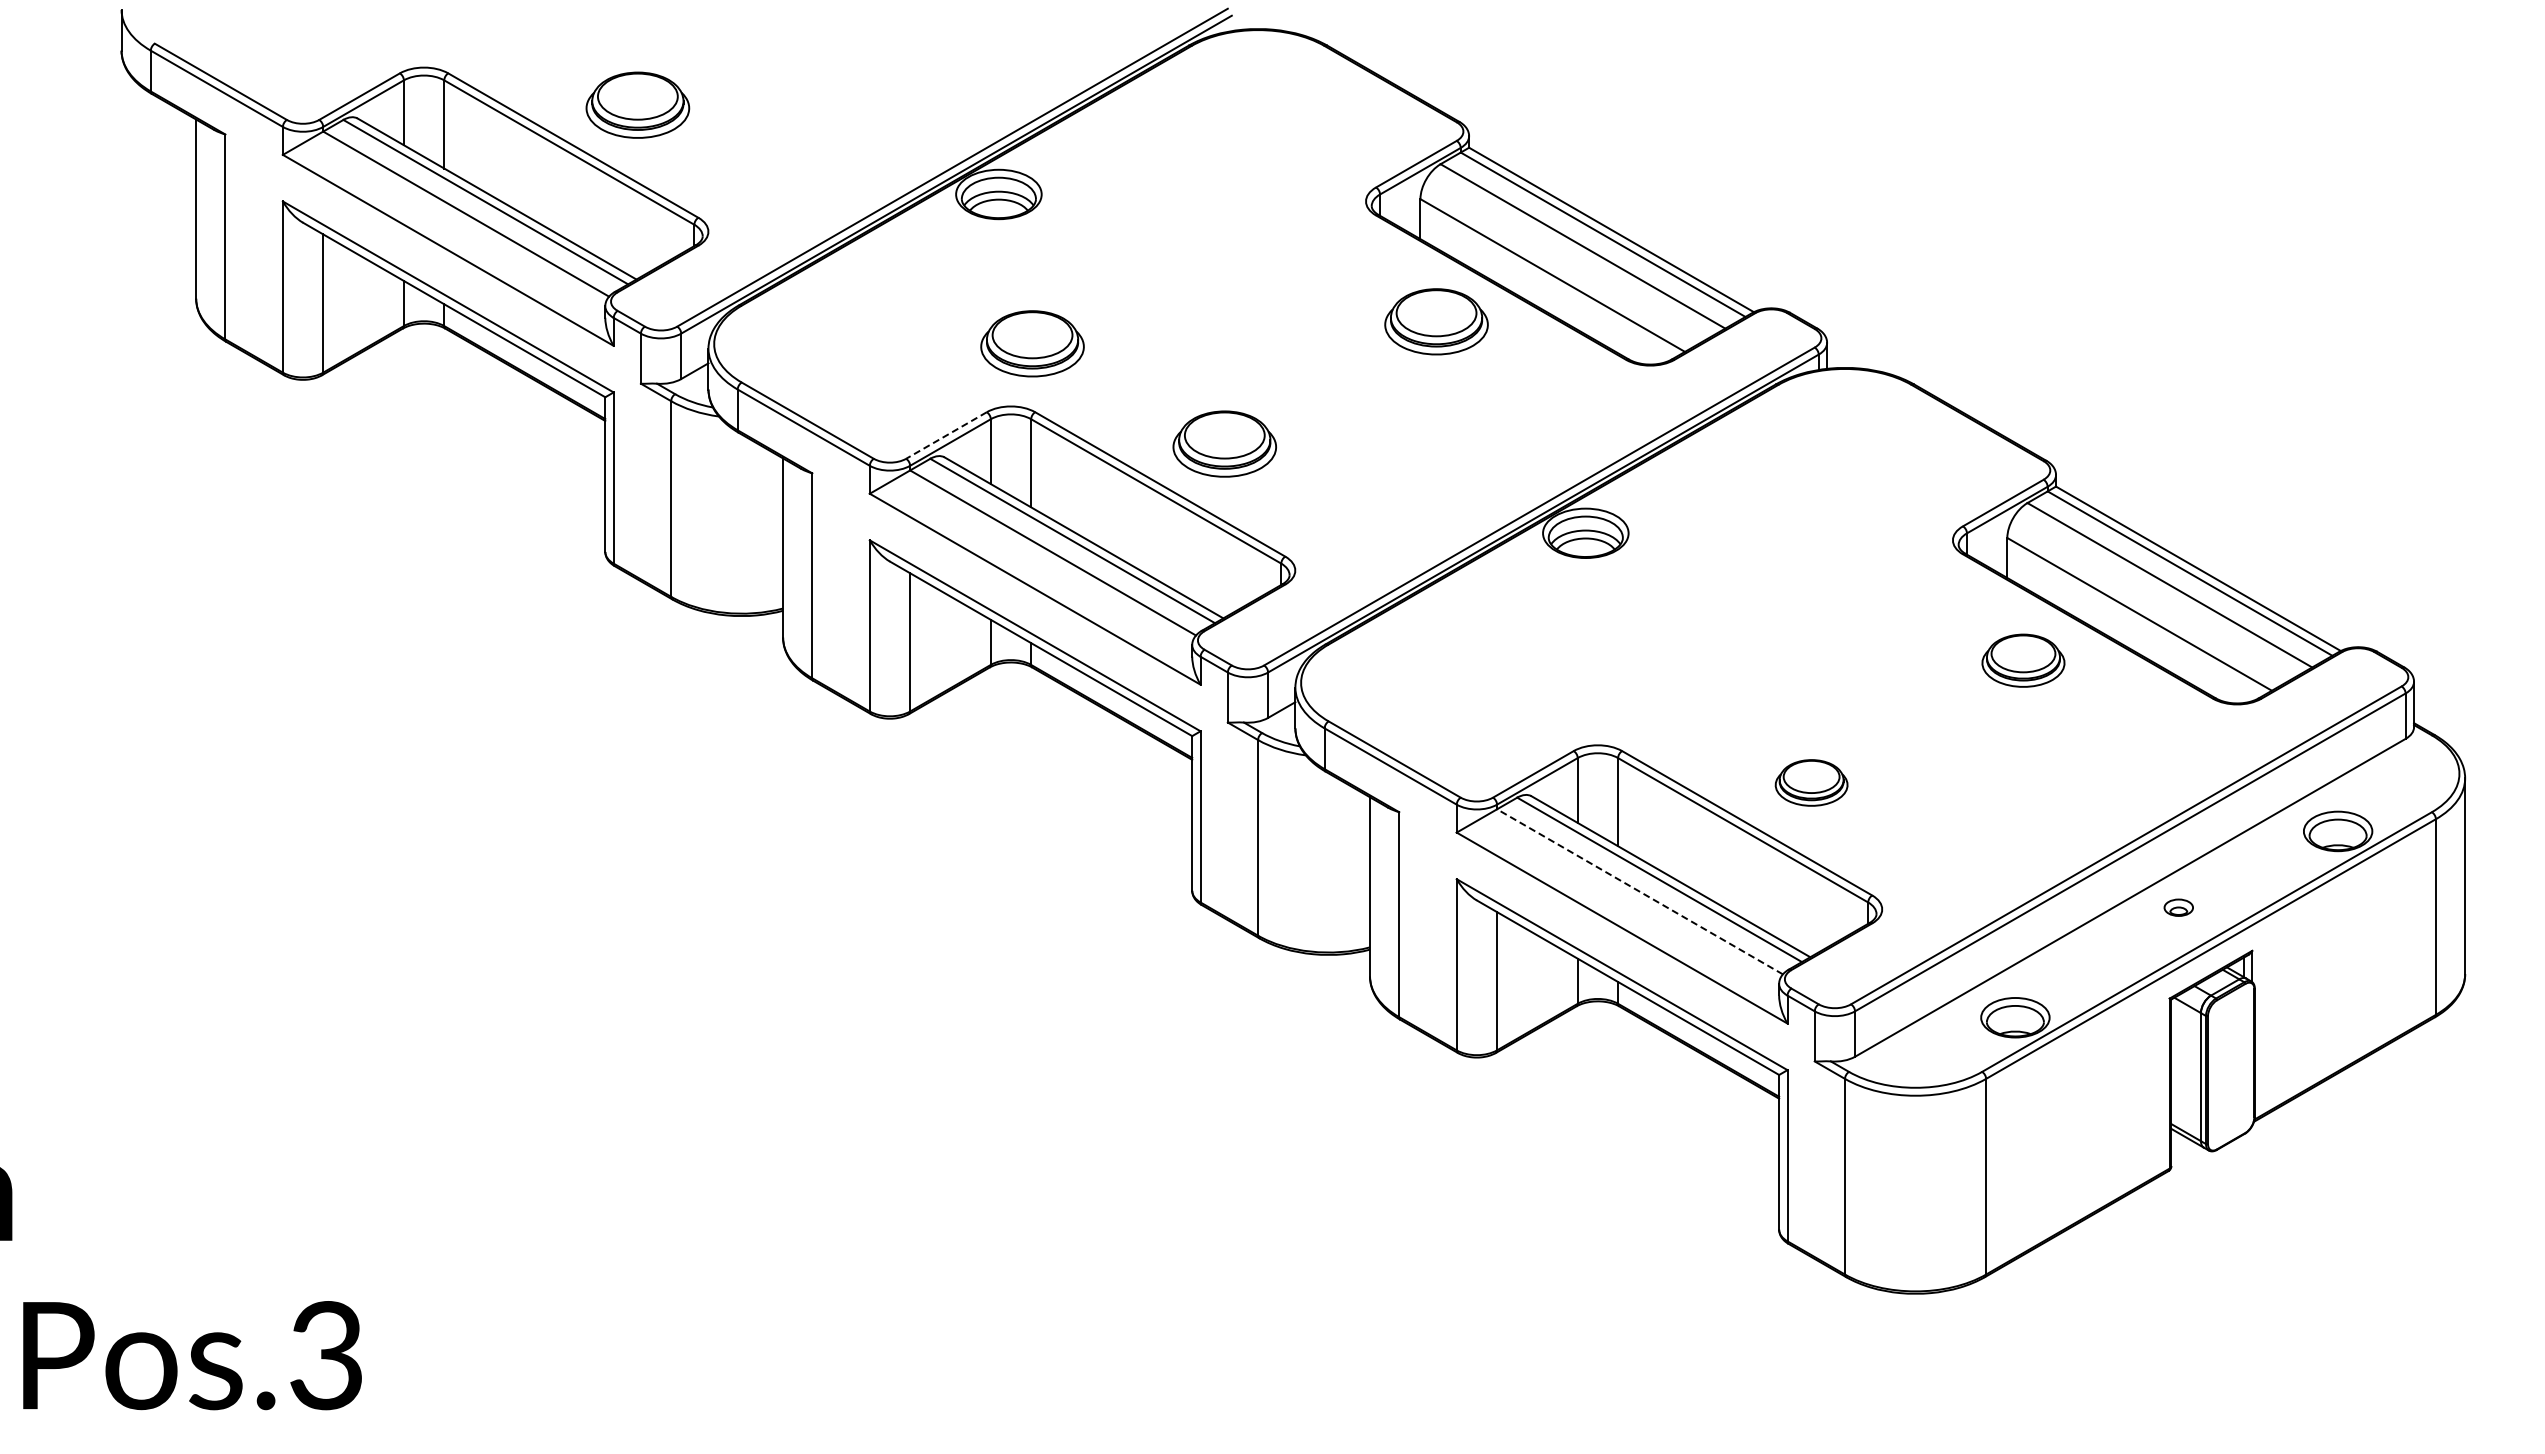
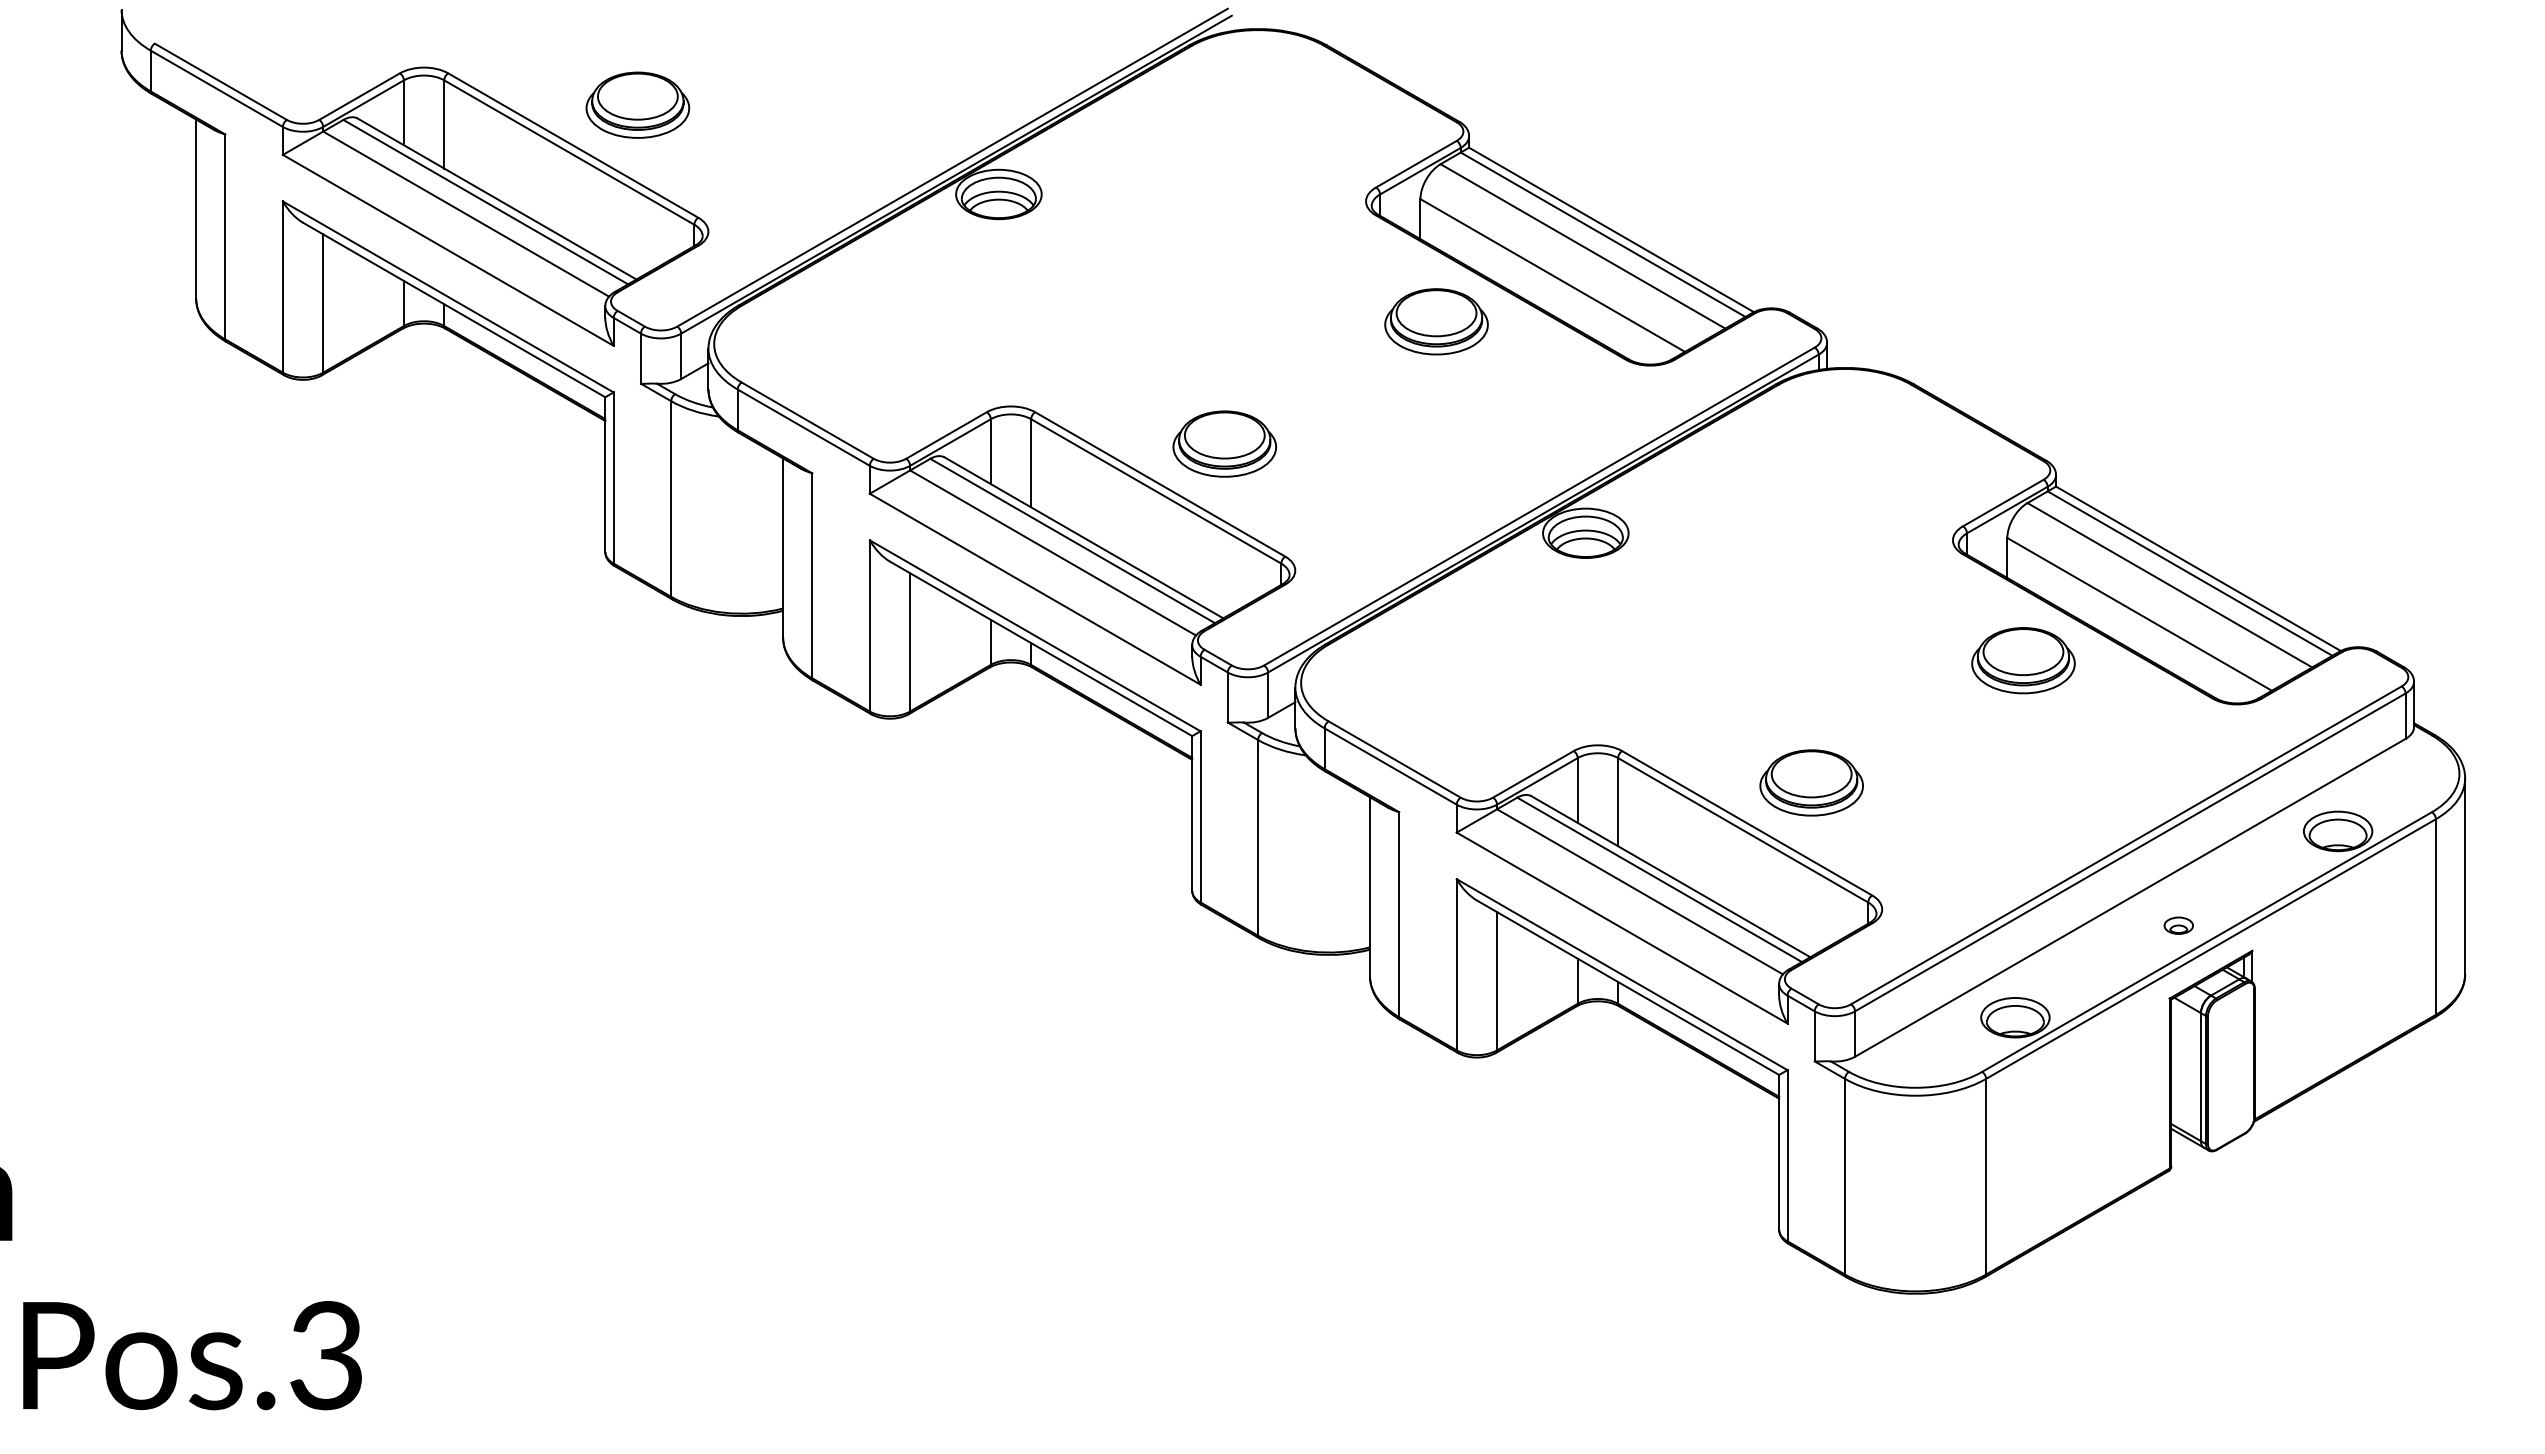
part at (1032, 343): present -> none
line at (946, 435): dashed -> solid
part at (2023, 660) size: 85x55 px -> 105x68 px
part at (1811, 782) size: 75x48 px -> 105x68 px
line at (1639, 891): dashed -> solid
part at (2178, 907) position: (2178, 907) -> (2178, 925)
